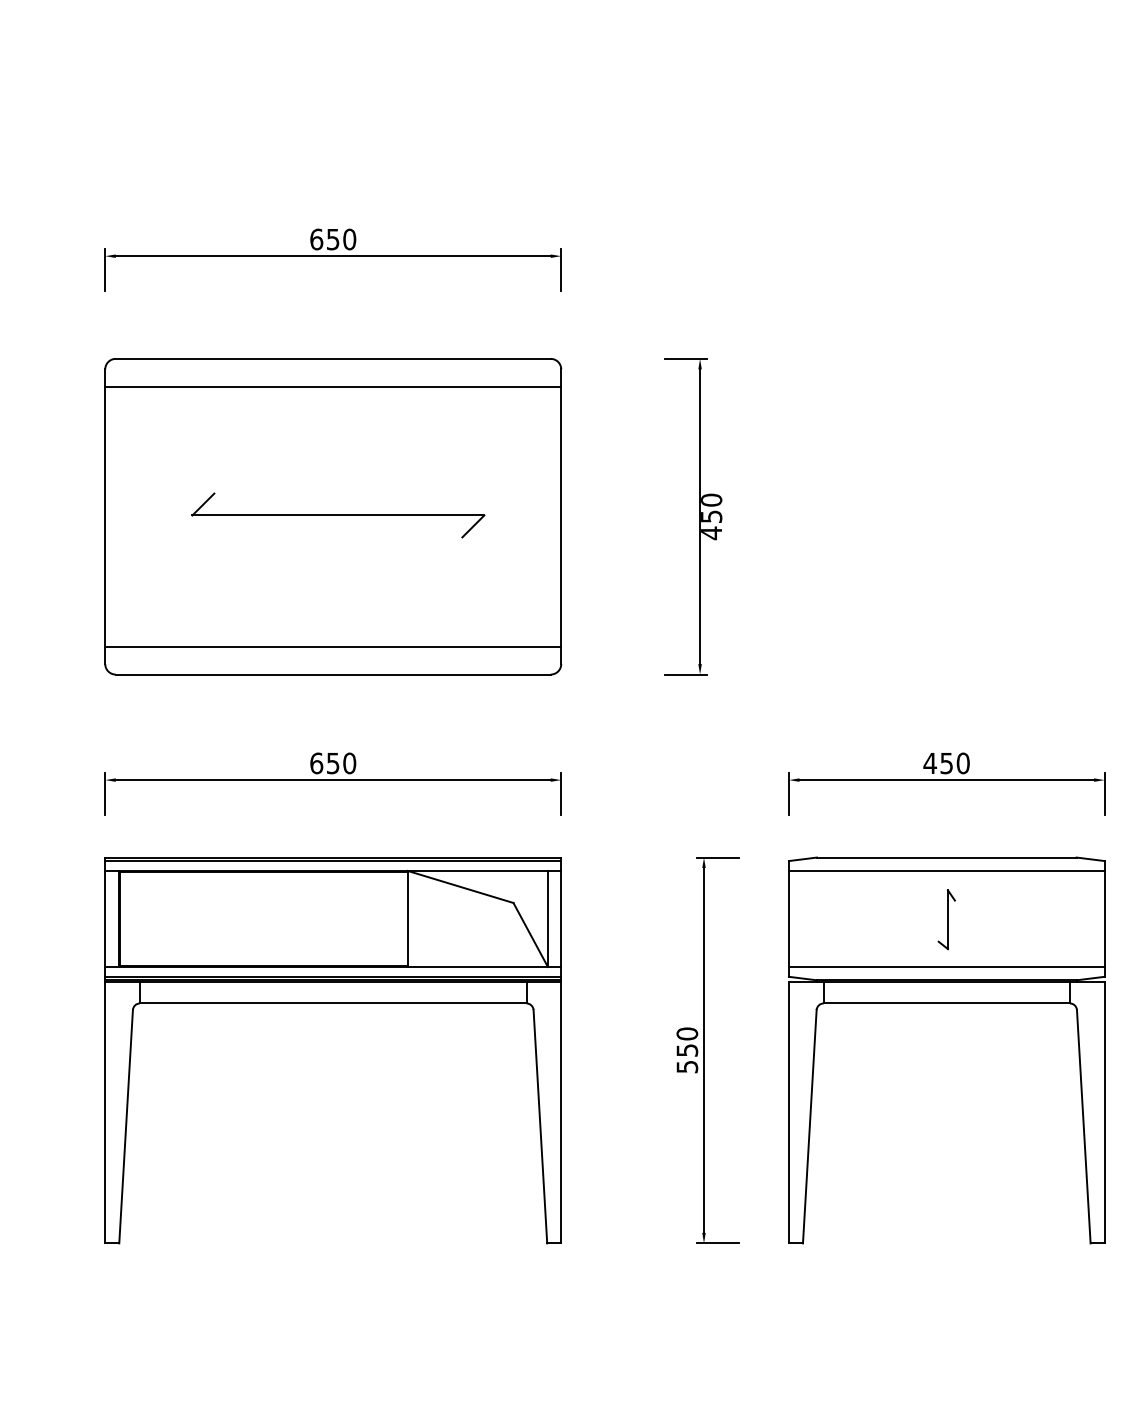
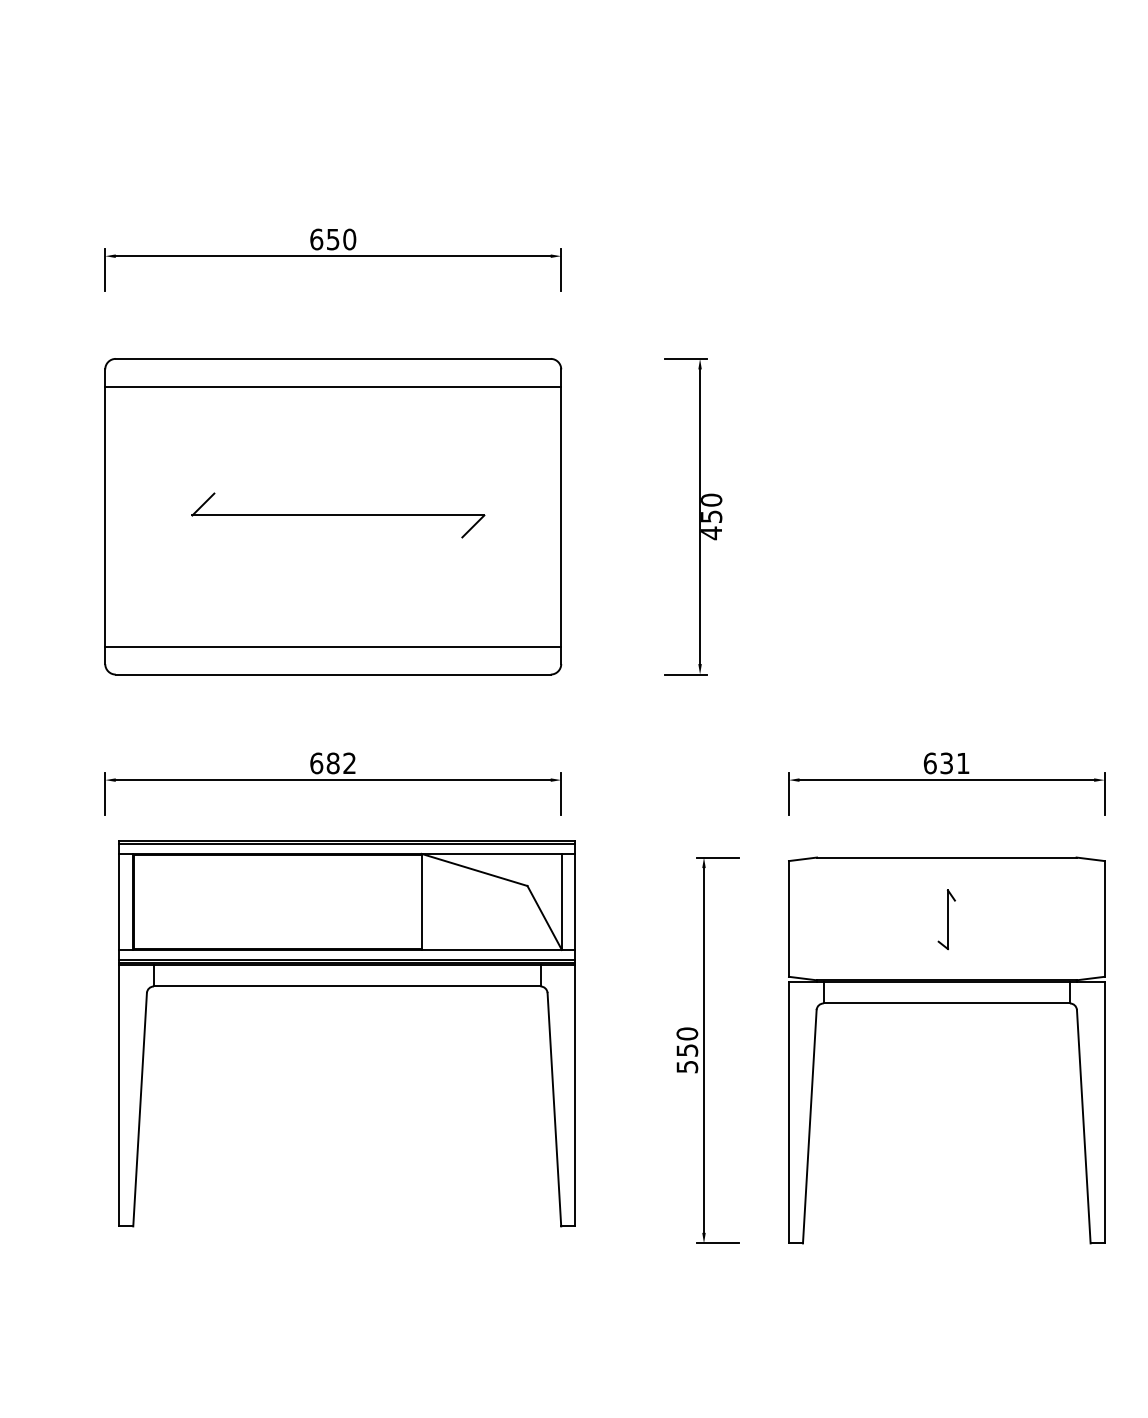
text at (341, 763): 650 -> 682
text at (946, 763): 450 -> 631
line at (946, 870): present -> none
line at (946, 967): present -> none
part at (332, 1003) position: (332, 1003) -> (346, 986)
